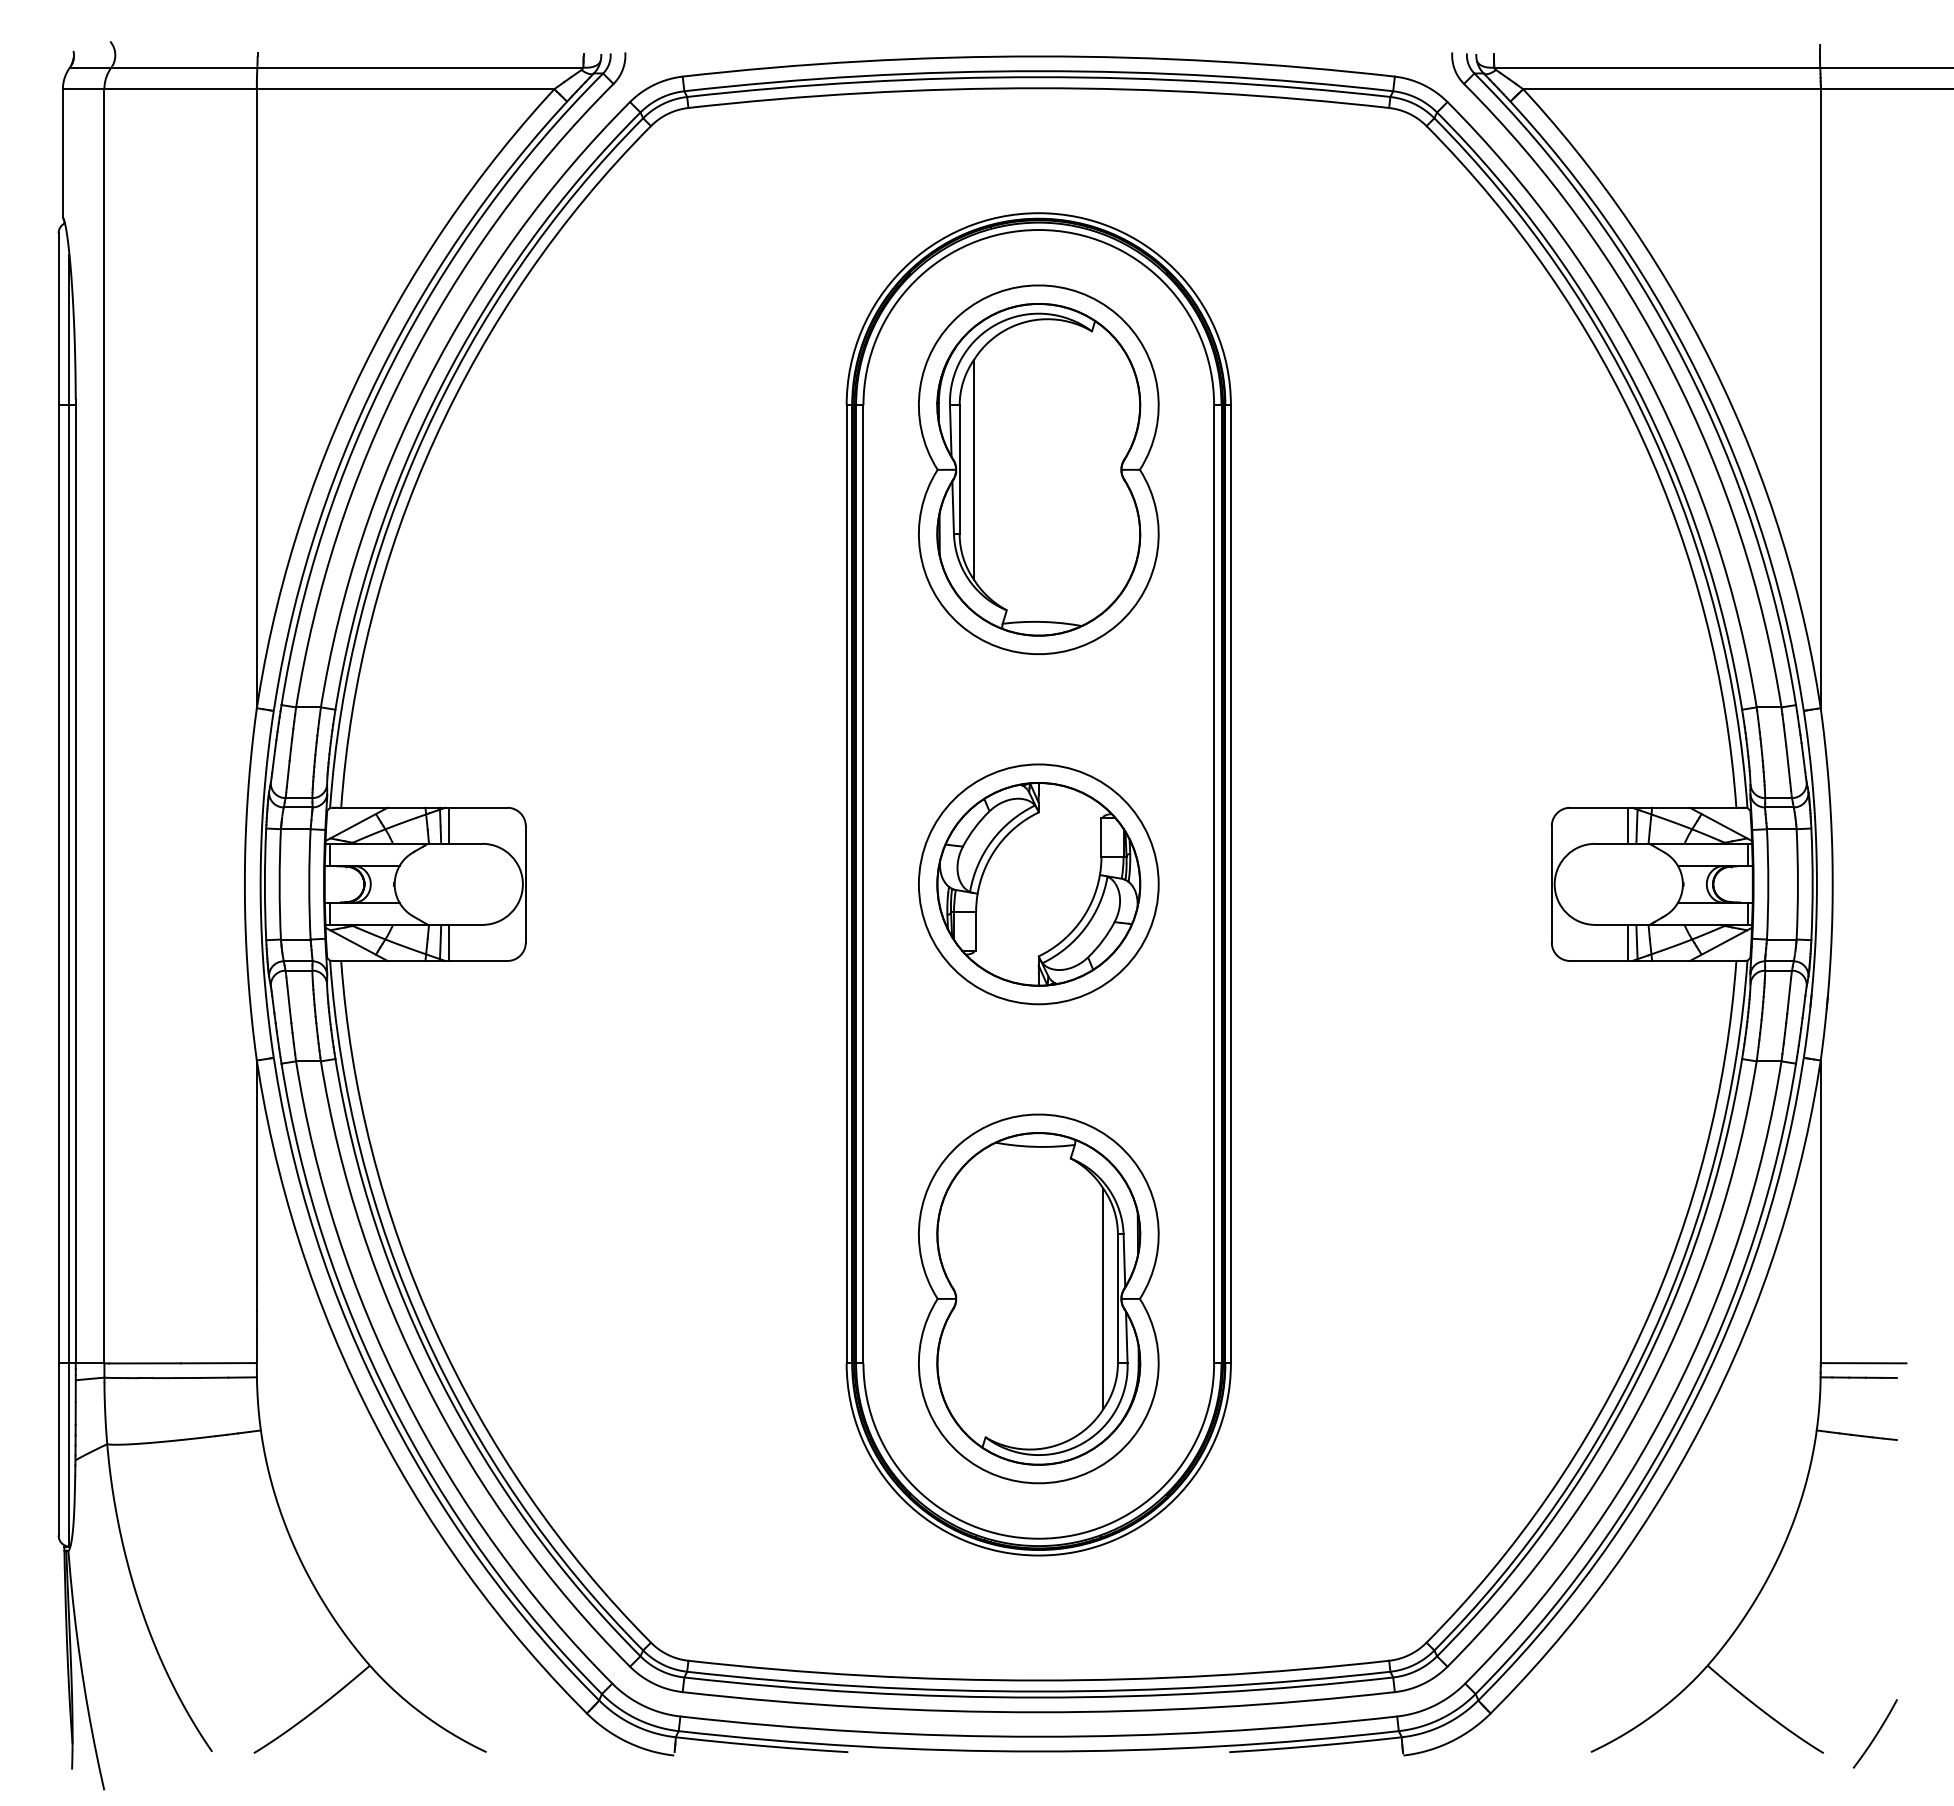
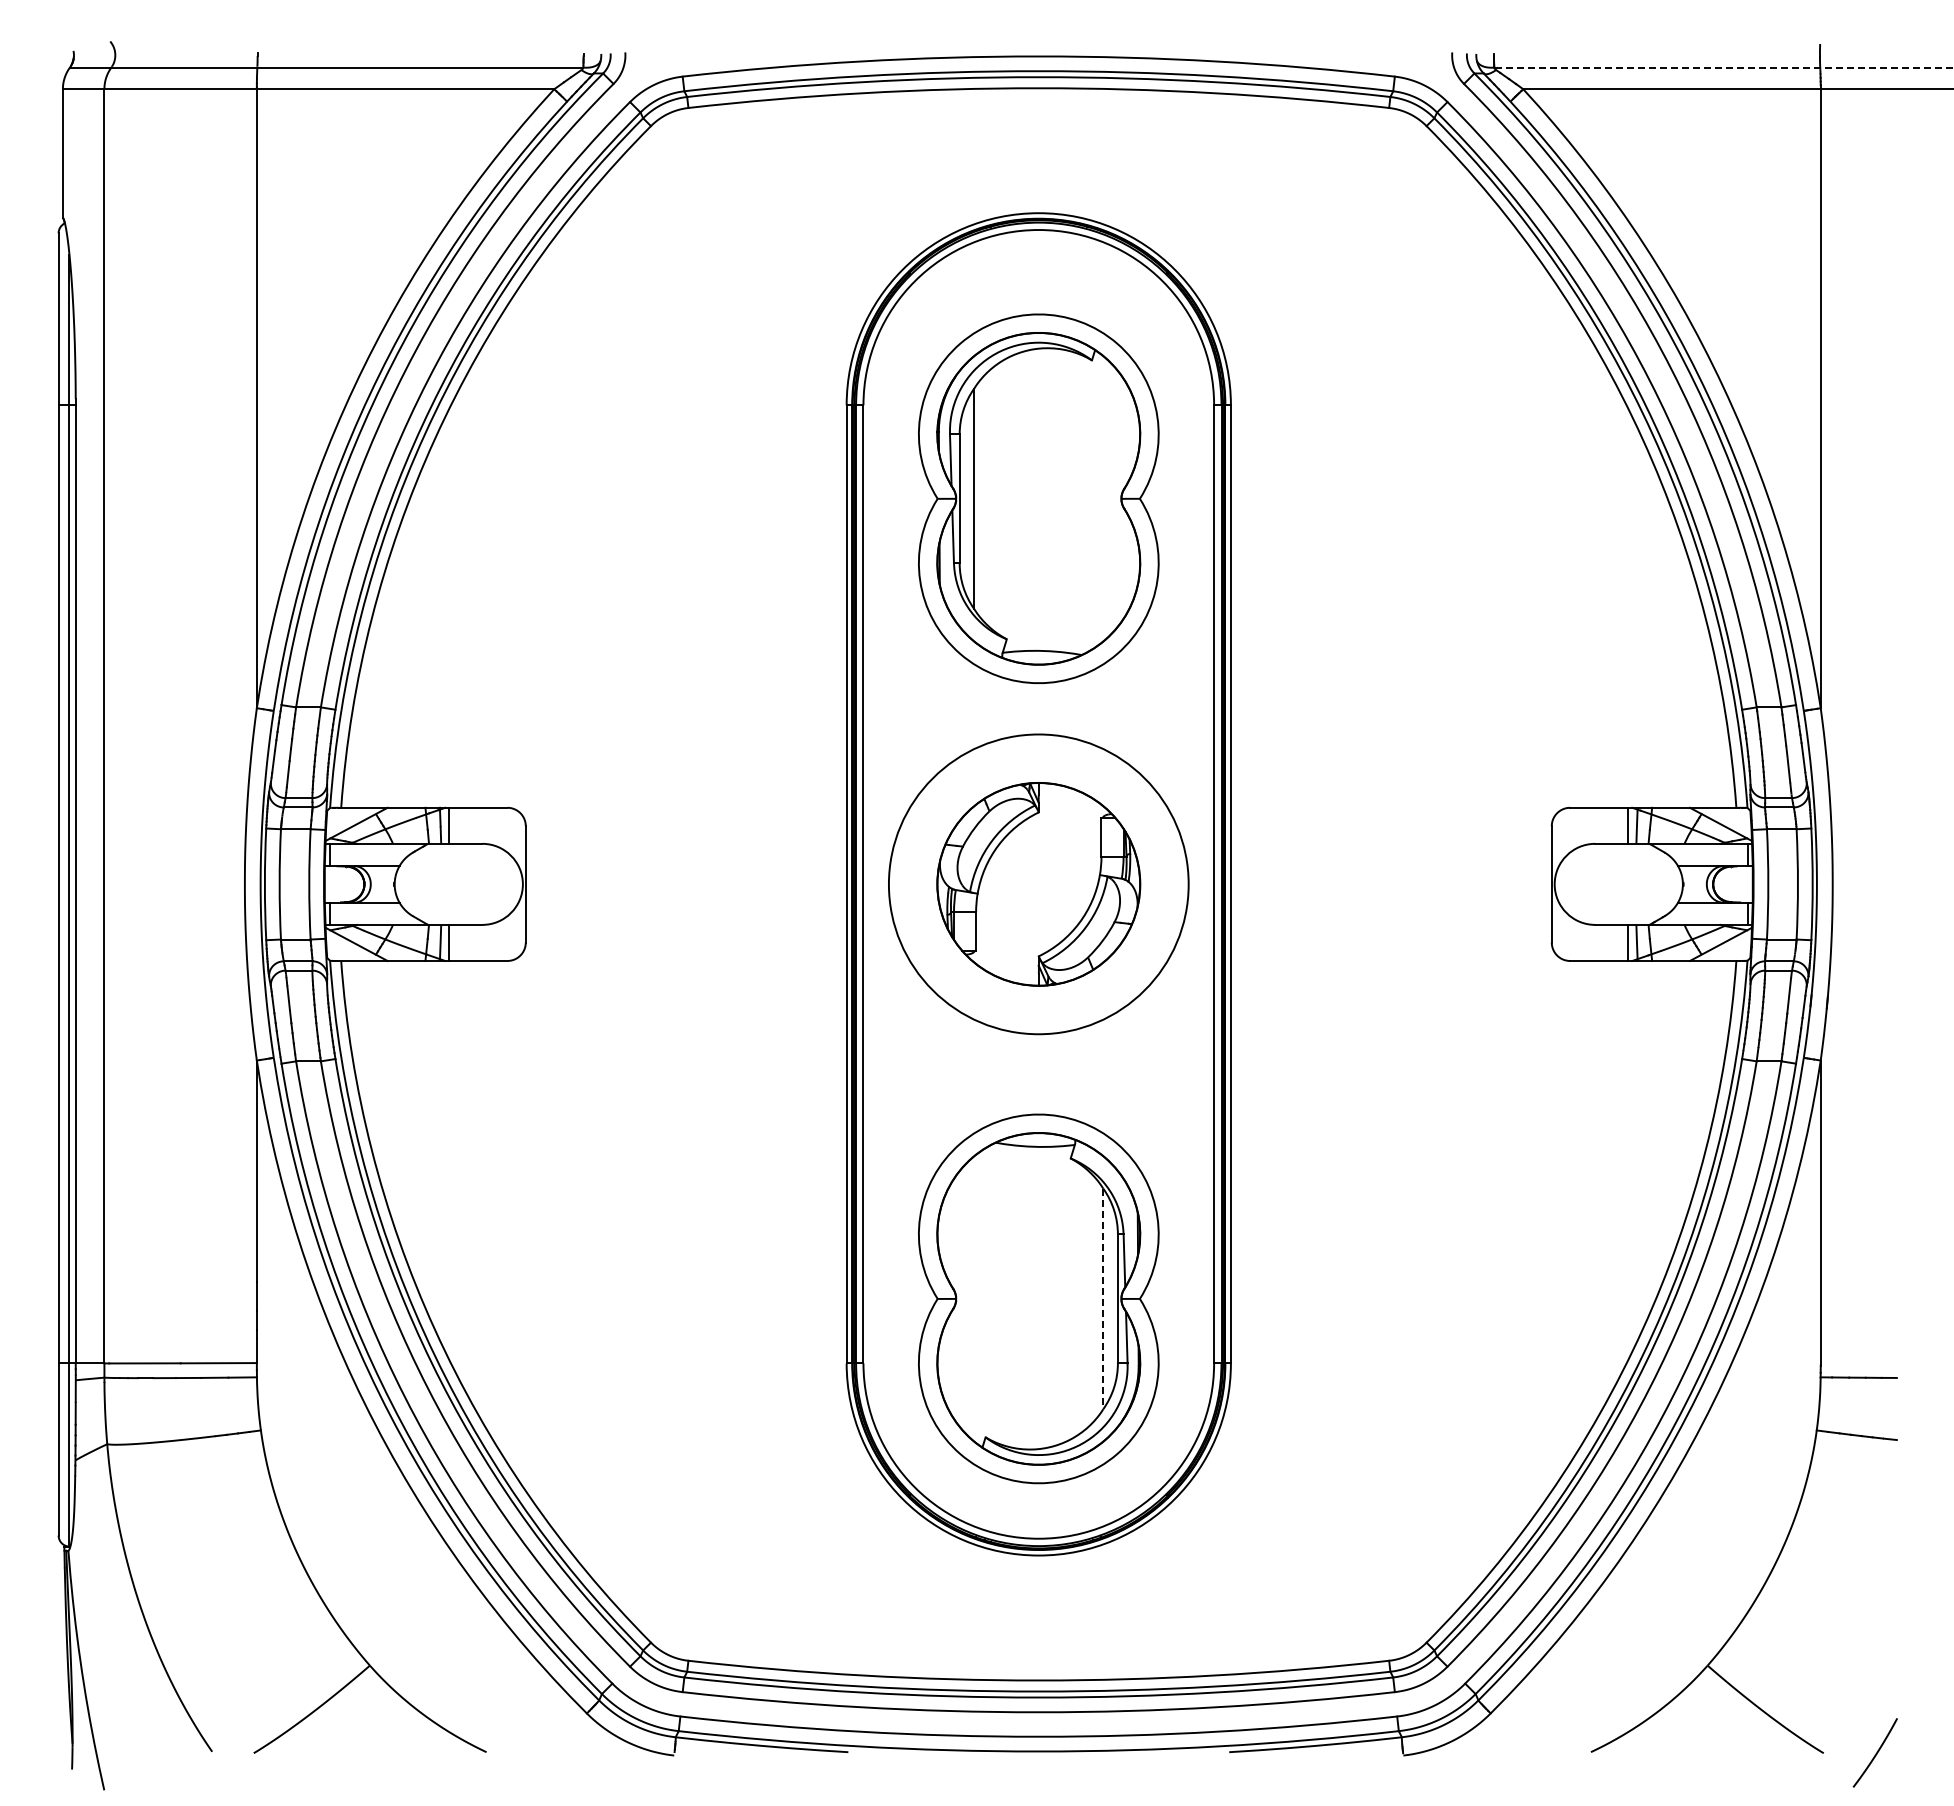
line at (1723, 67): solid -> dashed
part at (1038, 469) position: (1038, 469) -> (1038, 498)
circle at (1038, 884) diameter: 240 px -> 300 px
line at (1103, 1299): solid -> dashed
line at (1863, 1363): present -> none
curve at (1875, 1734) position: (1875, 1734) -> (1875, 1753)
